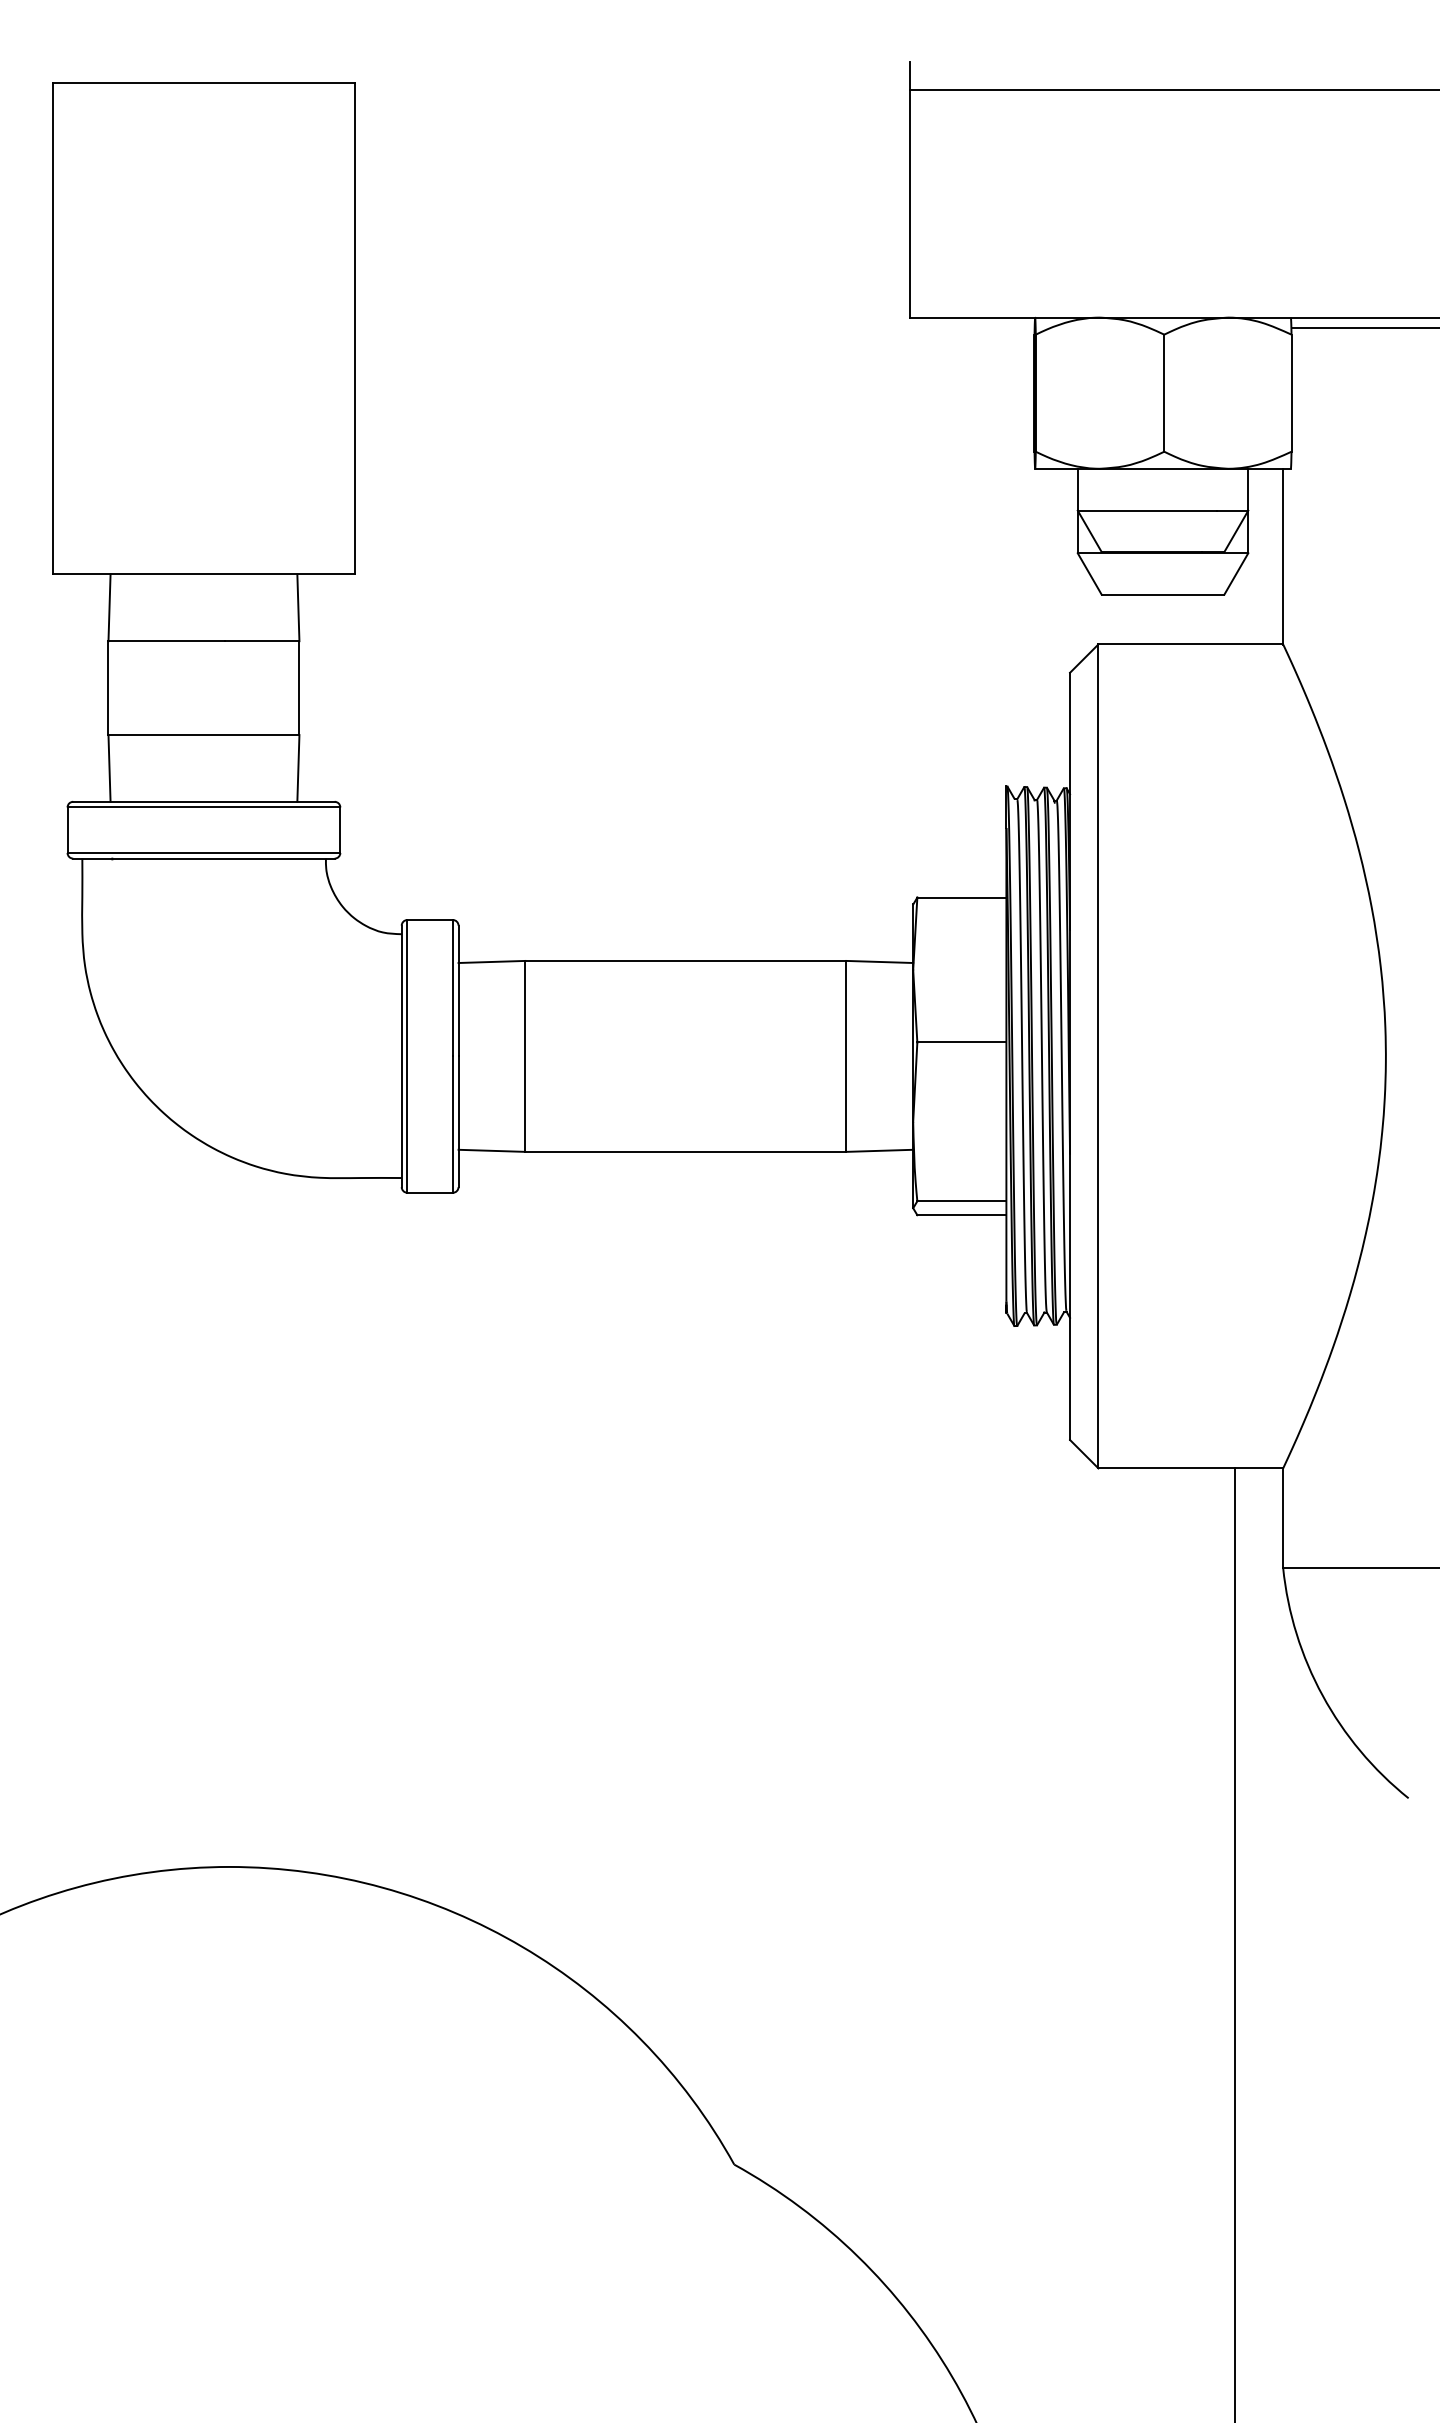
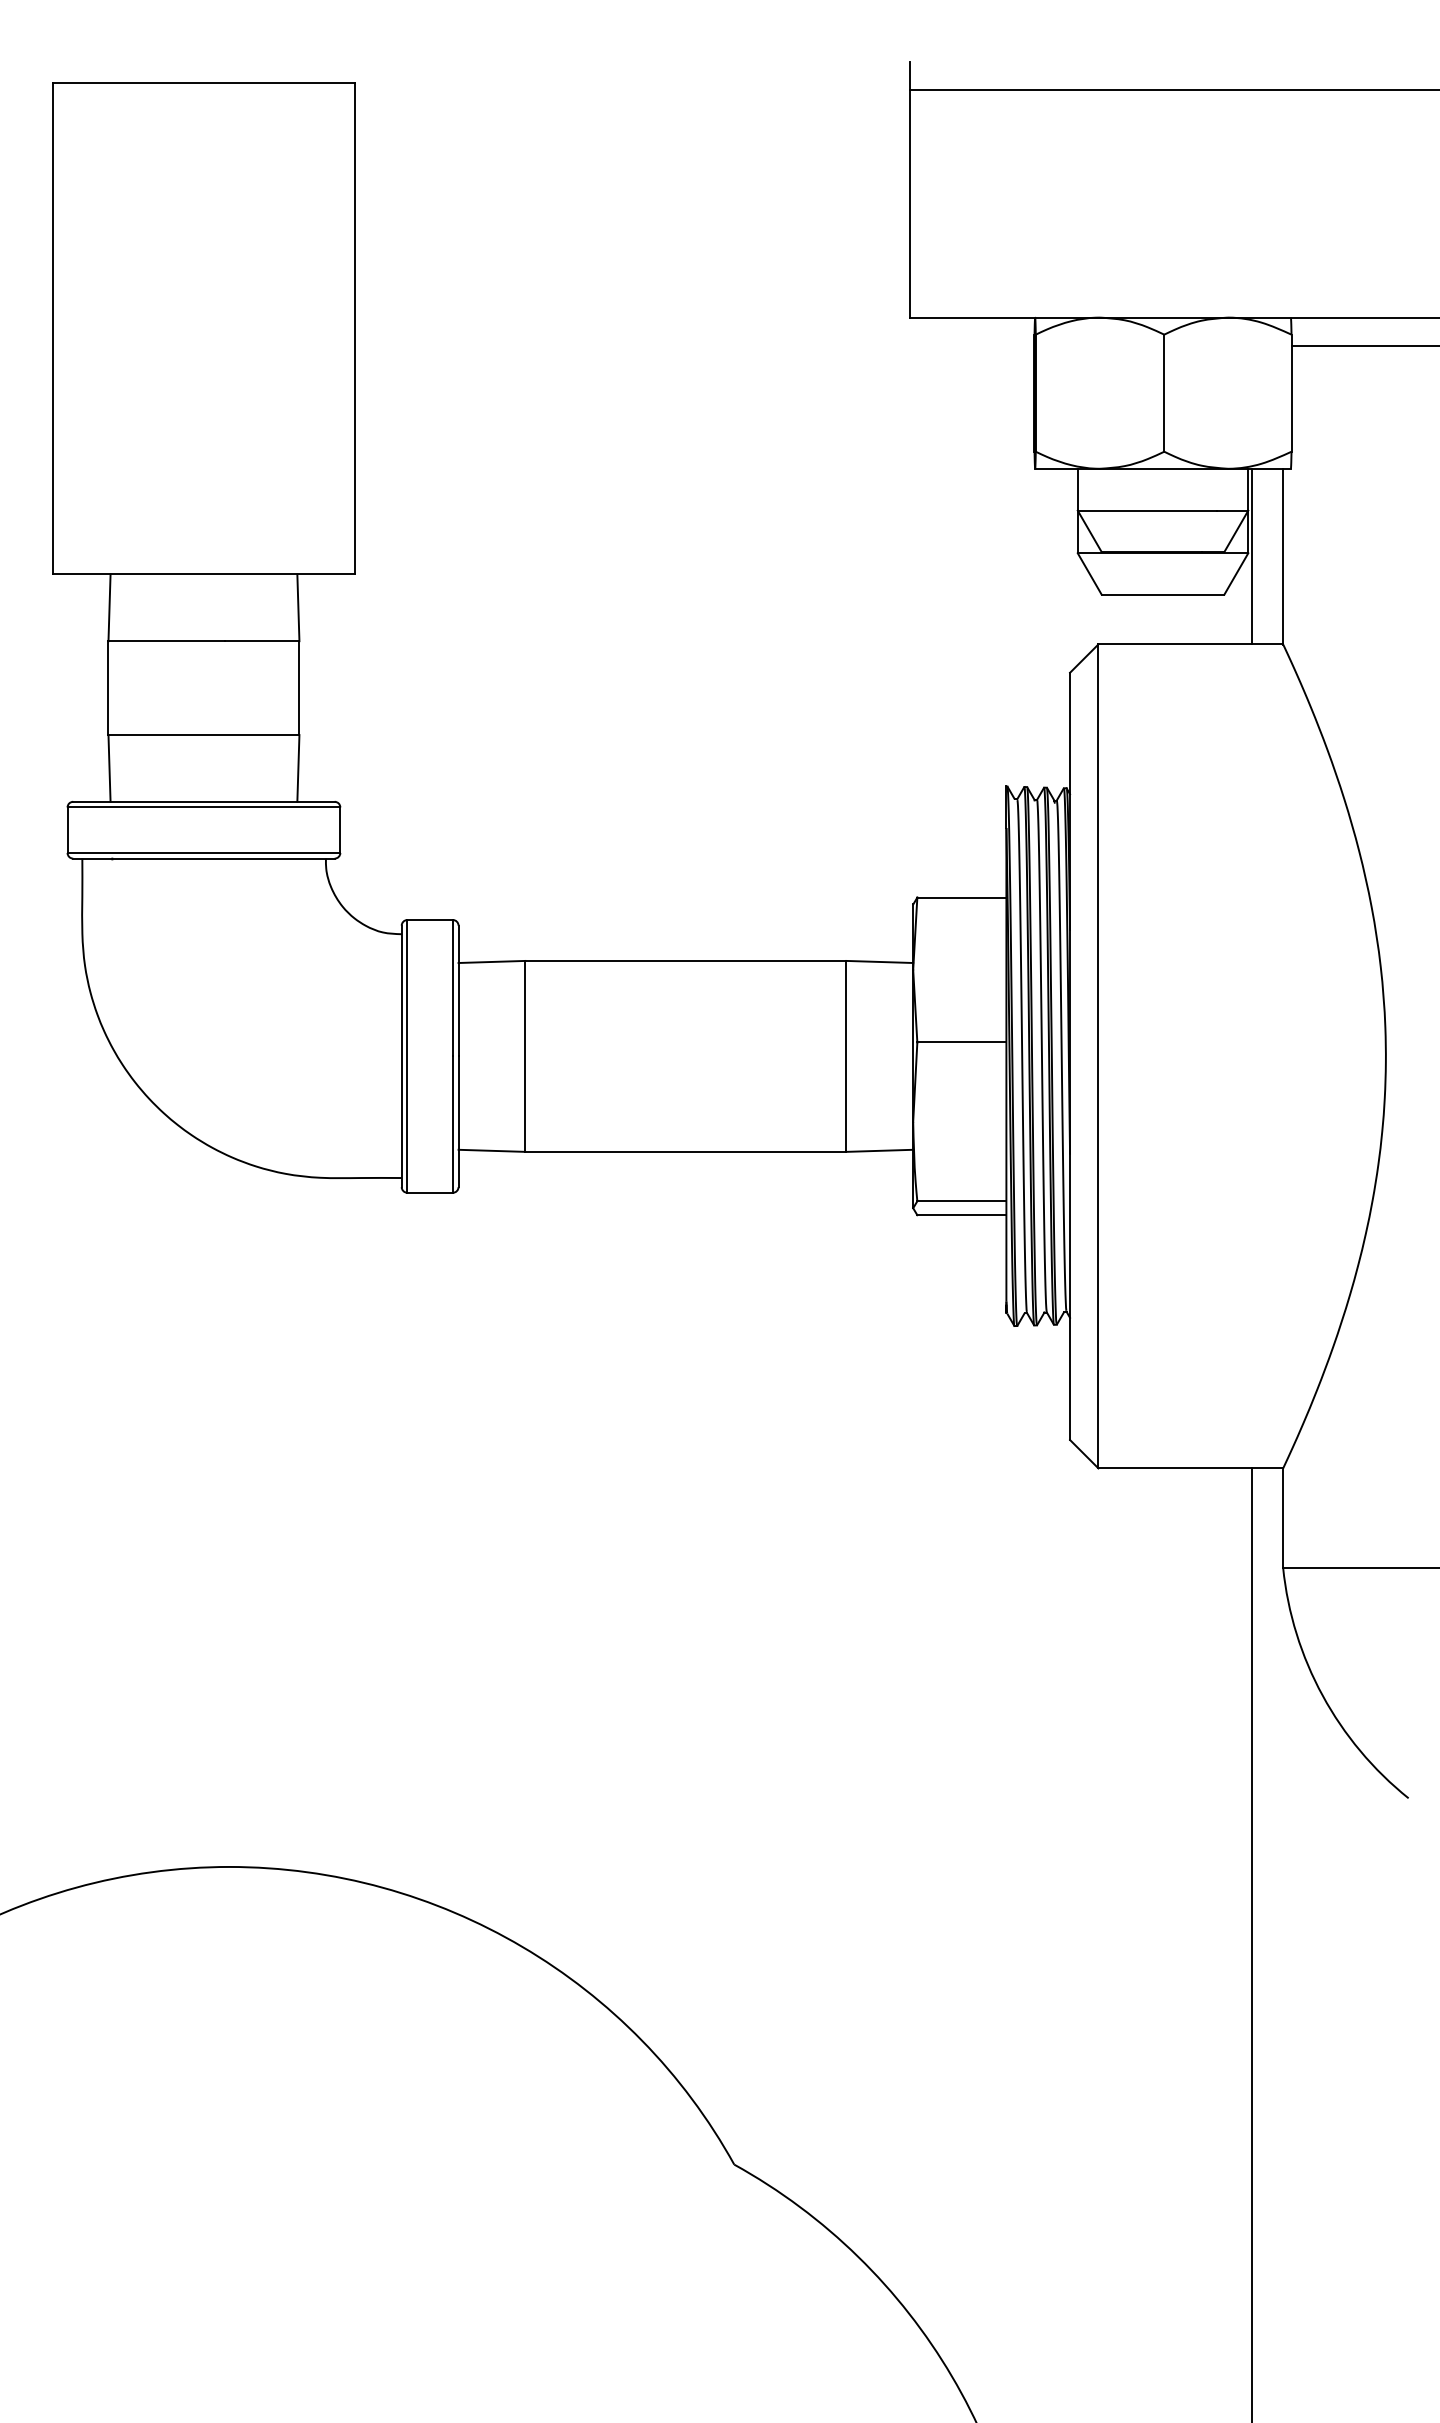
line at (1363, 328) position: (1363, 328) -> (1363, 346)
line at (1251, 556): none -> present
line at (1234, 1943) position: (1234, 1943) -> (1251, 1943)
